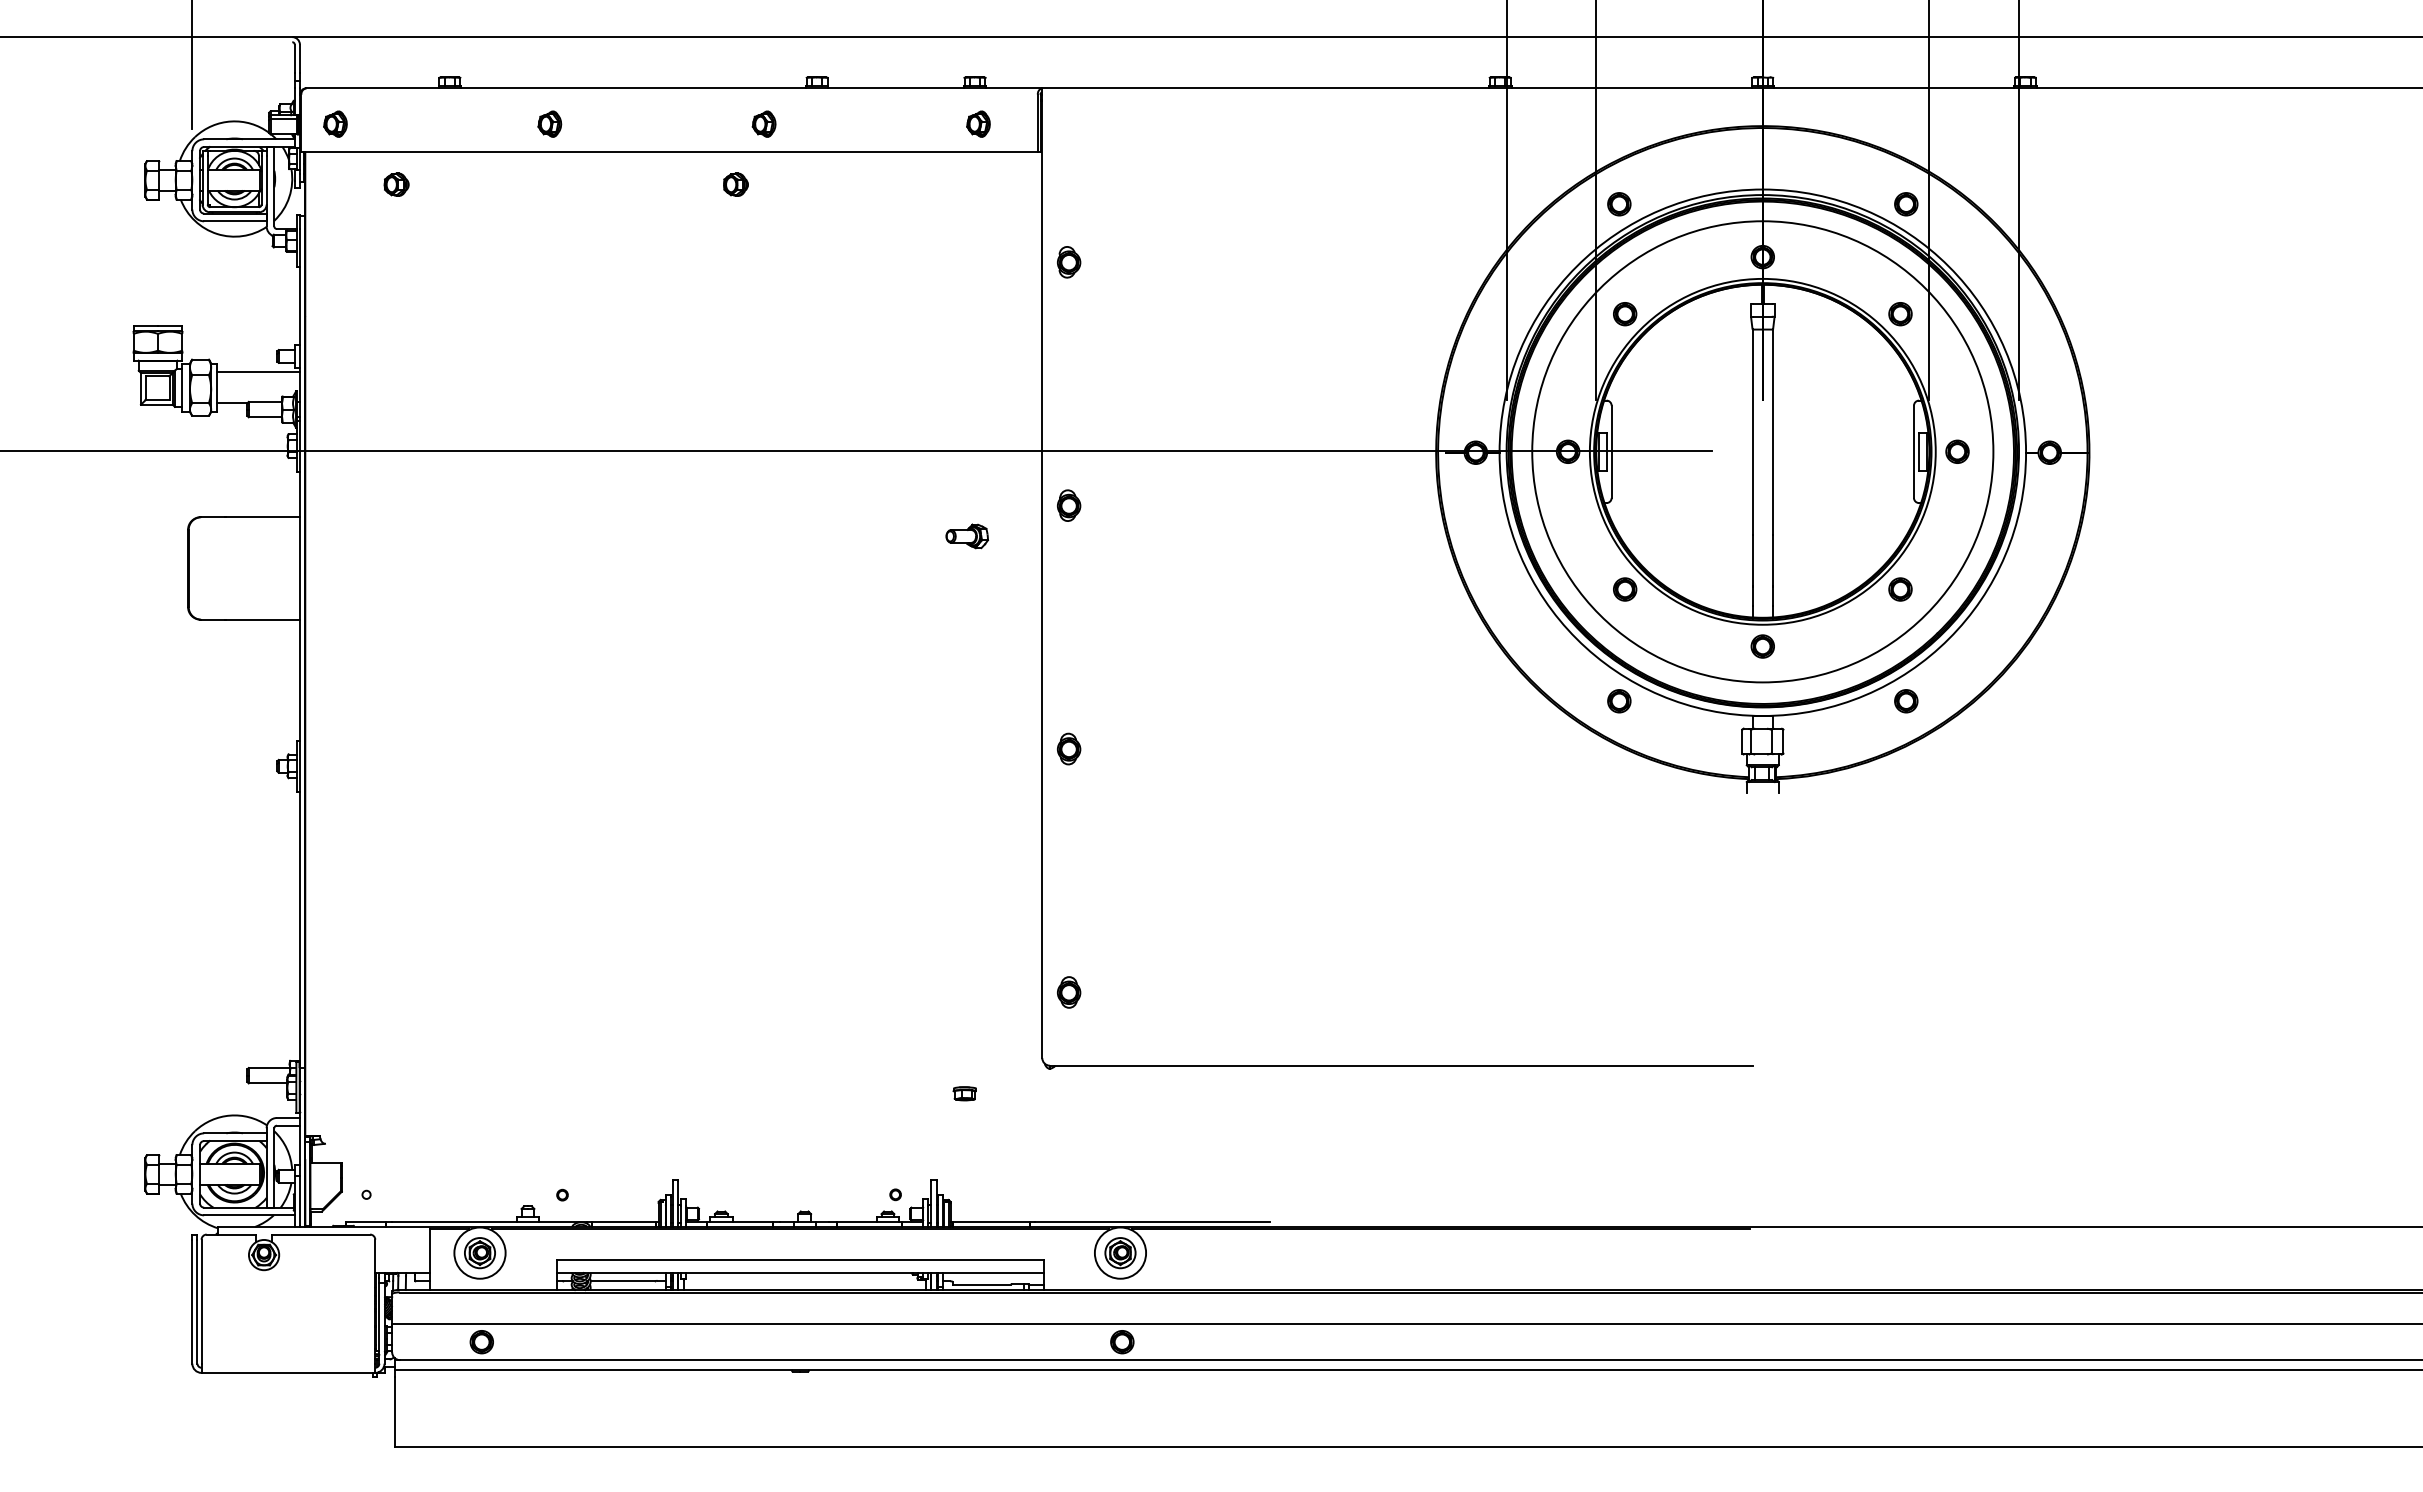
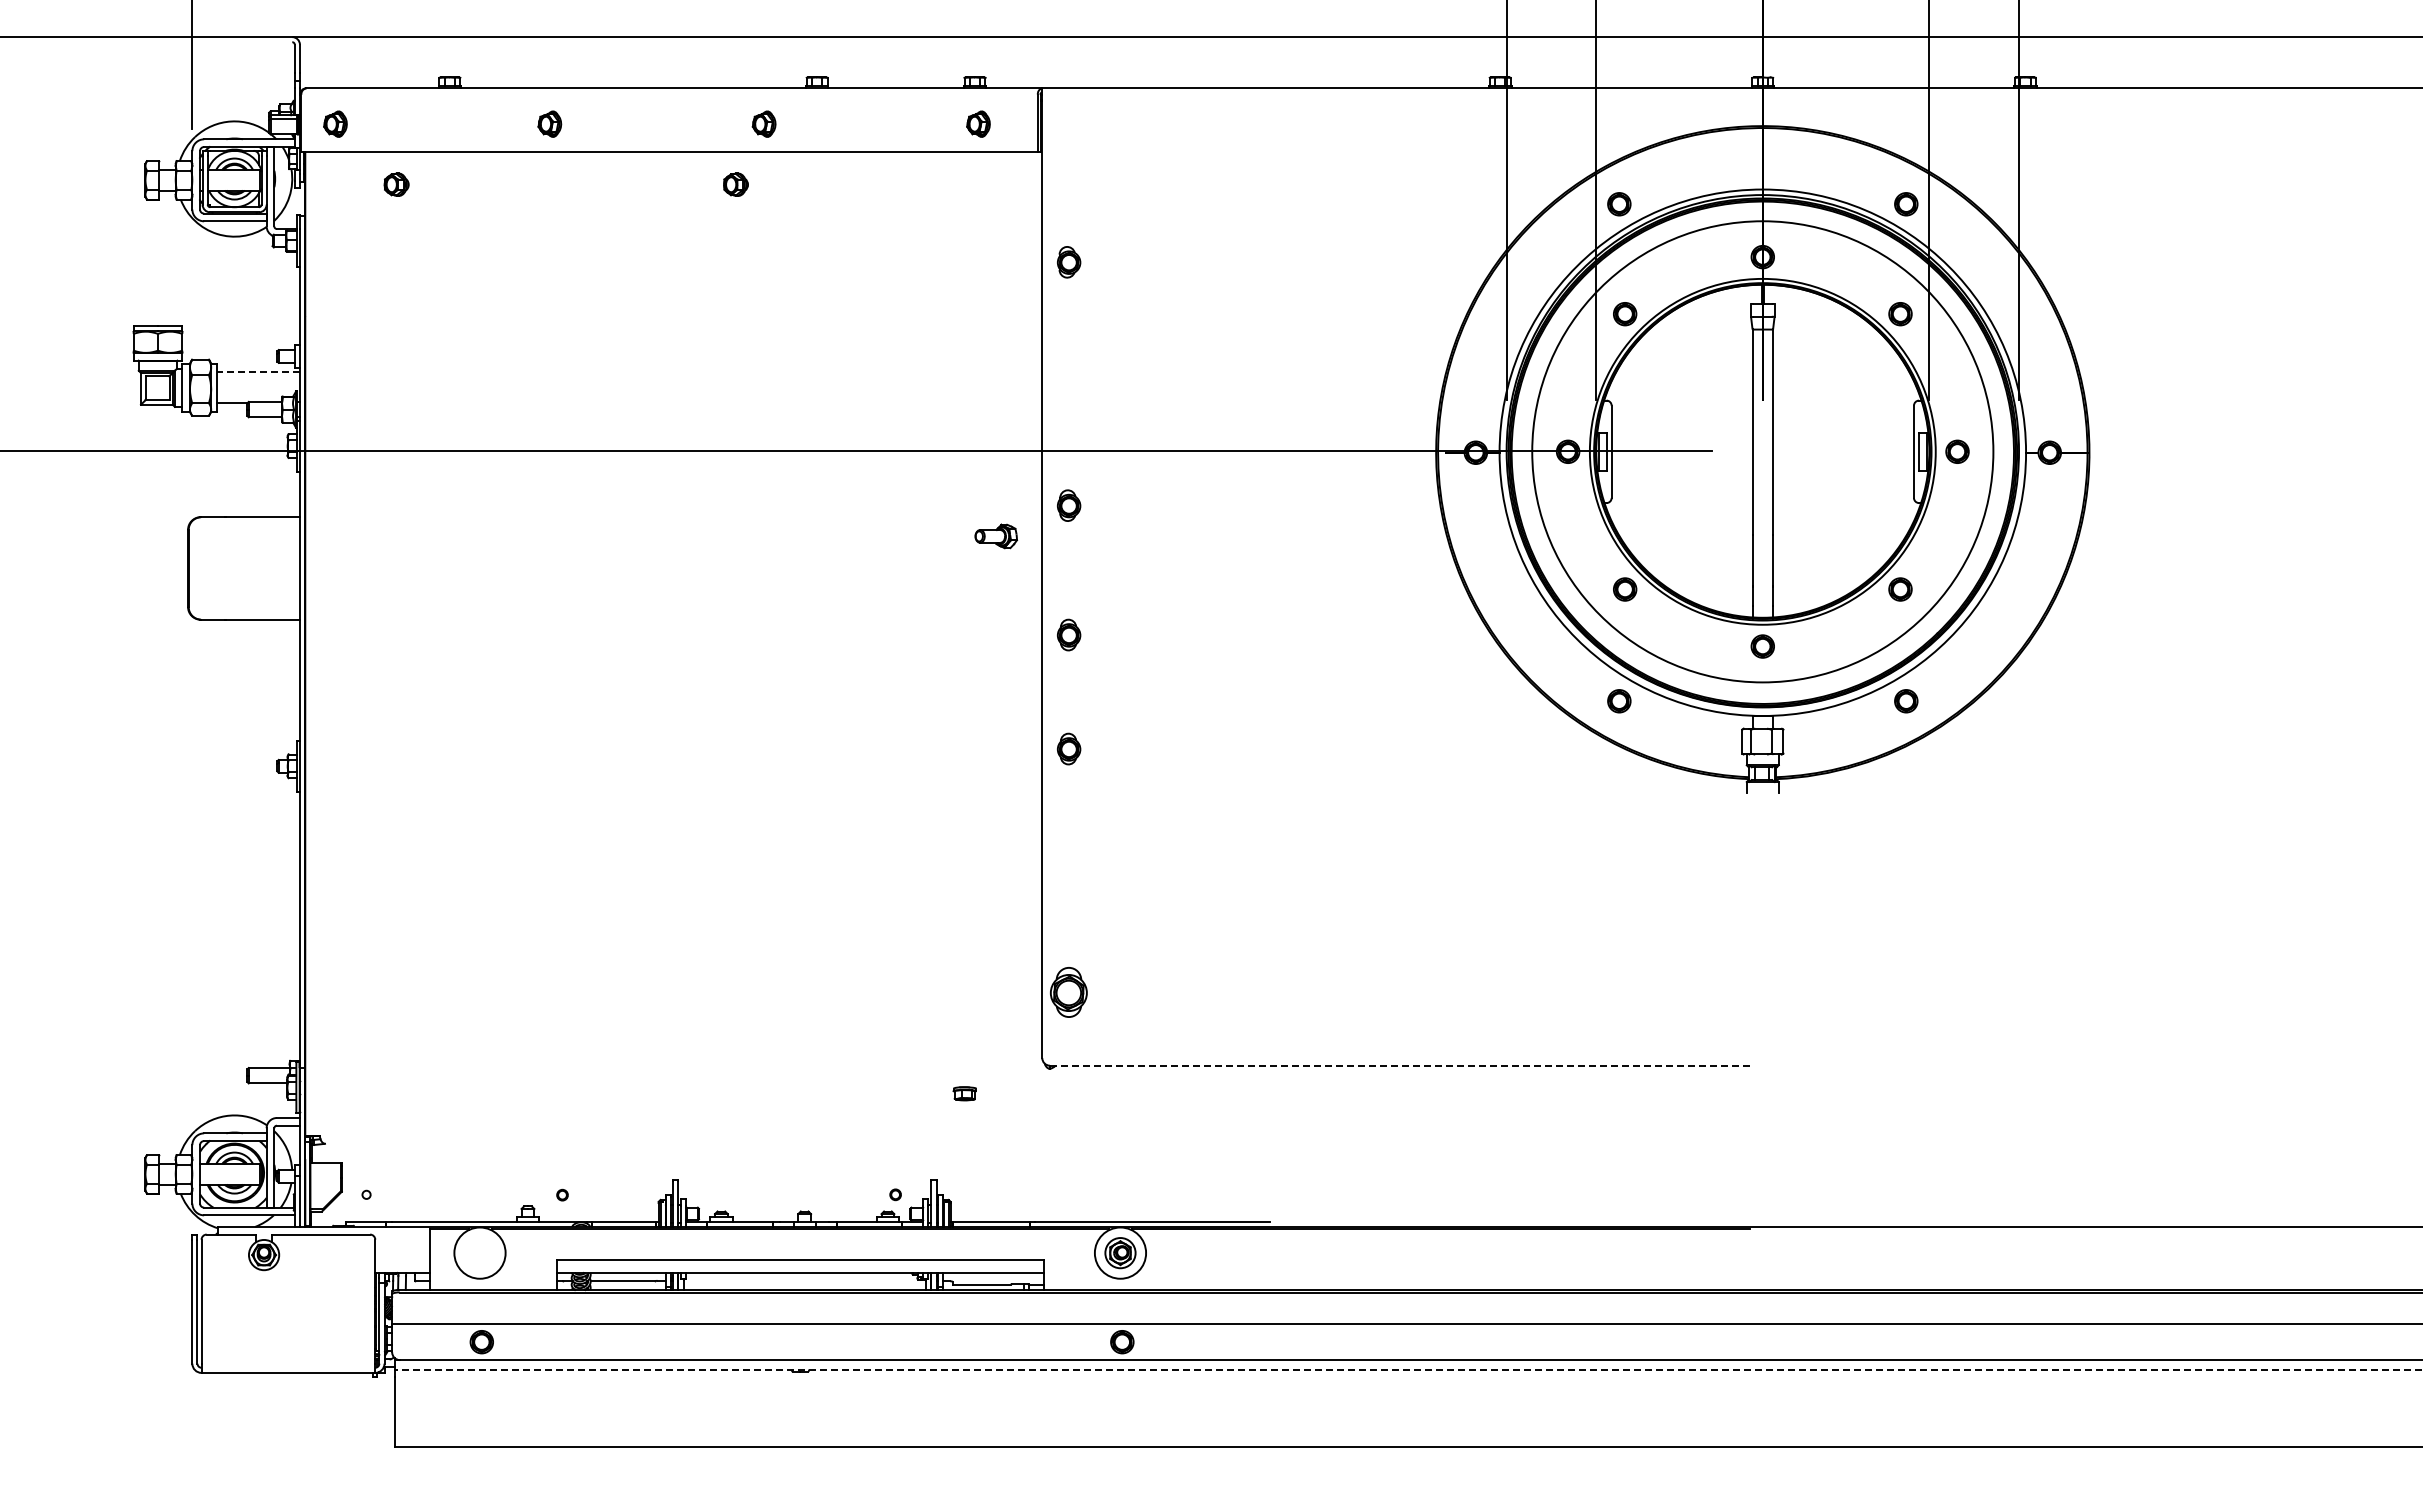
line at (258, 372): solid -> dashed
part at (966, 536) position: (966, 536) -> (995, 536)
part at (1069, 634): none -> present
part at (1069, 992) size: 25x33 px -> 38x51 px
line at (1401, 1065): solid -> dashed
part at (479, 1253): present -> none
line at (1408, 1370): solid -> dashed
